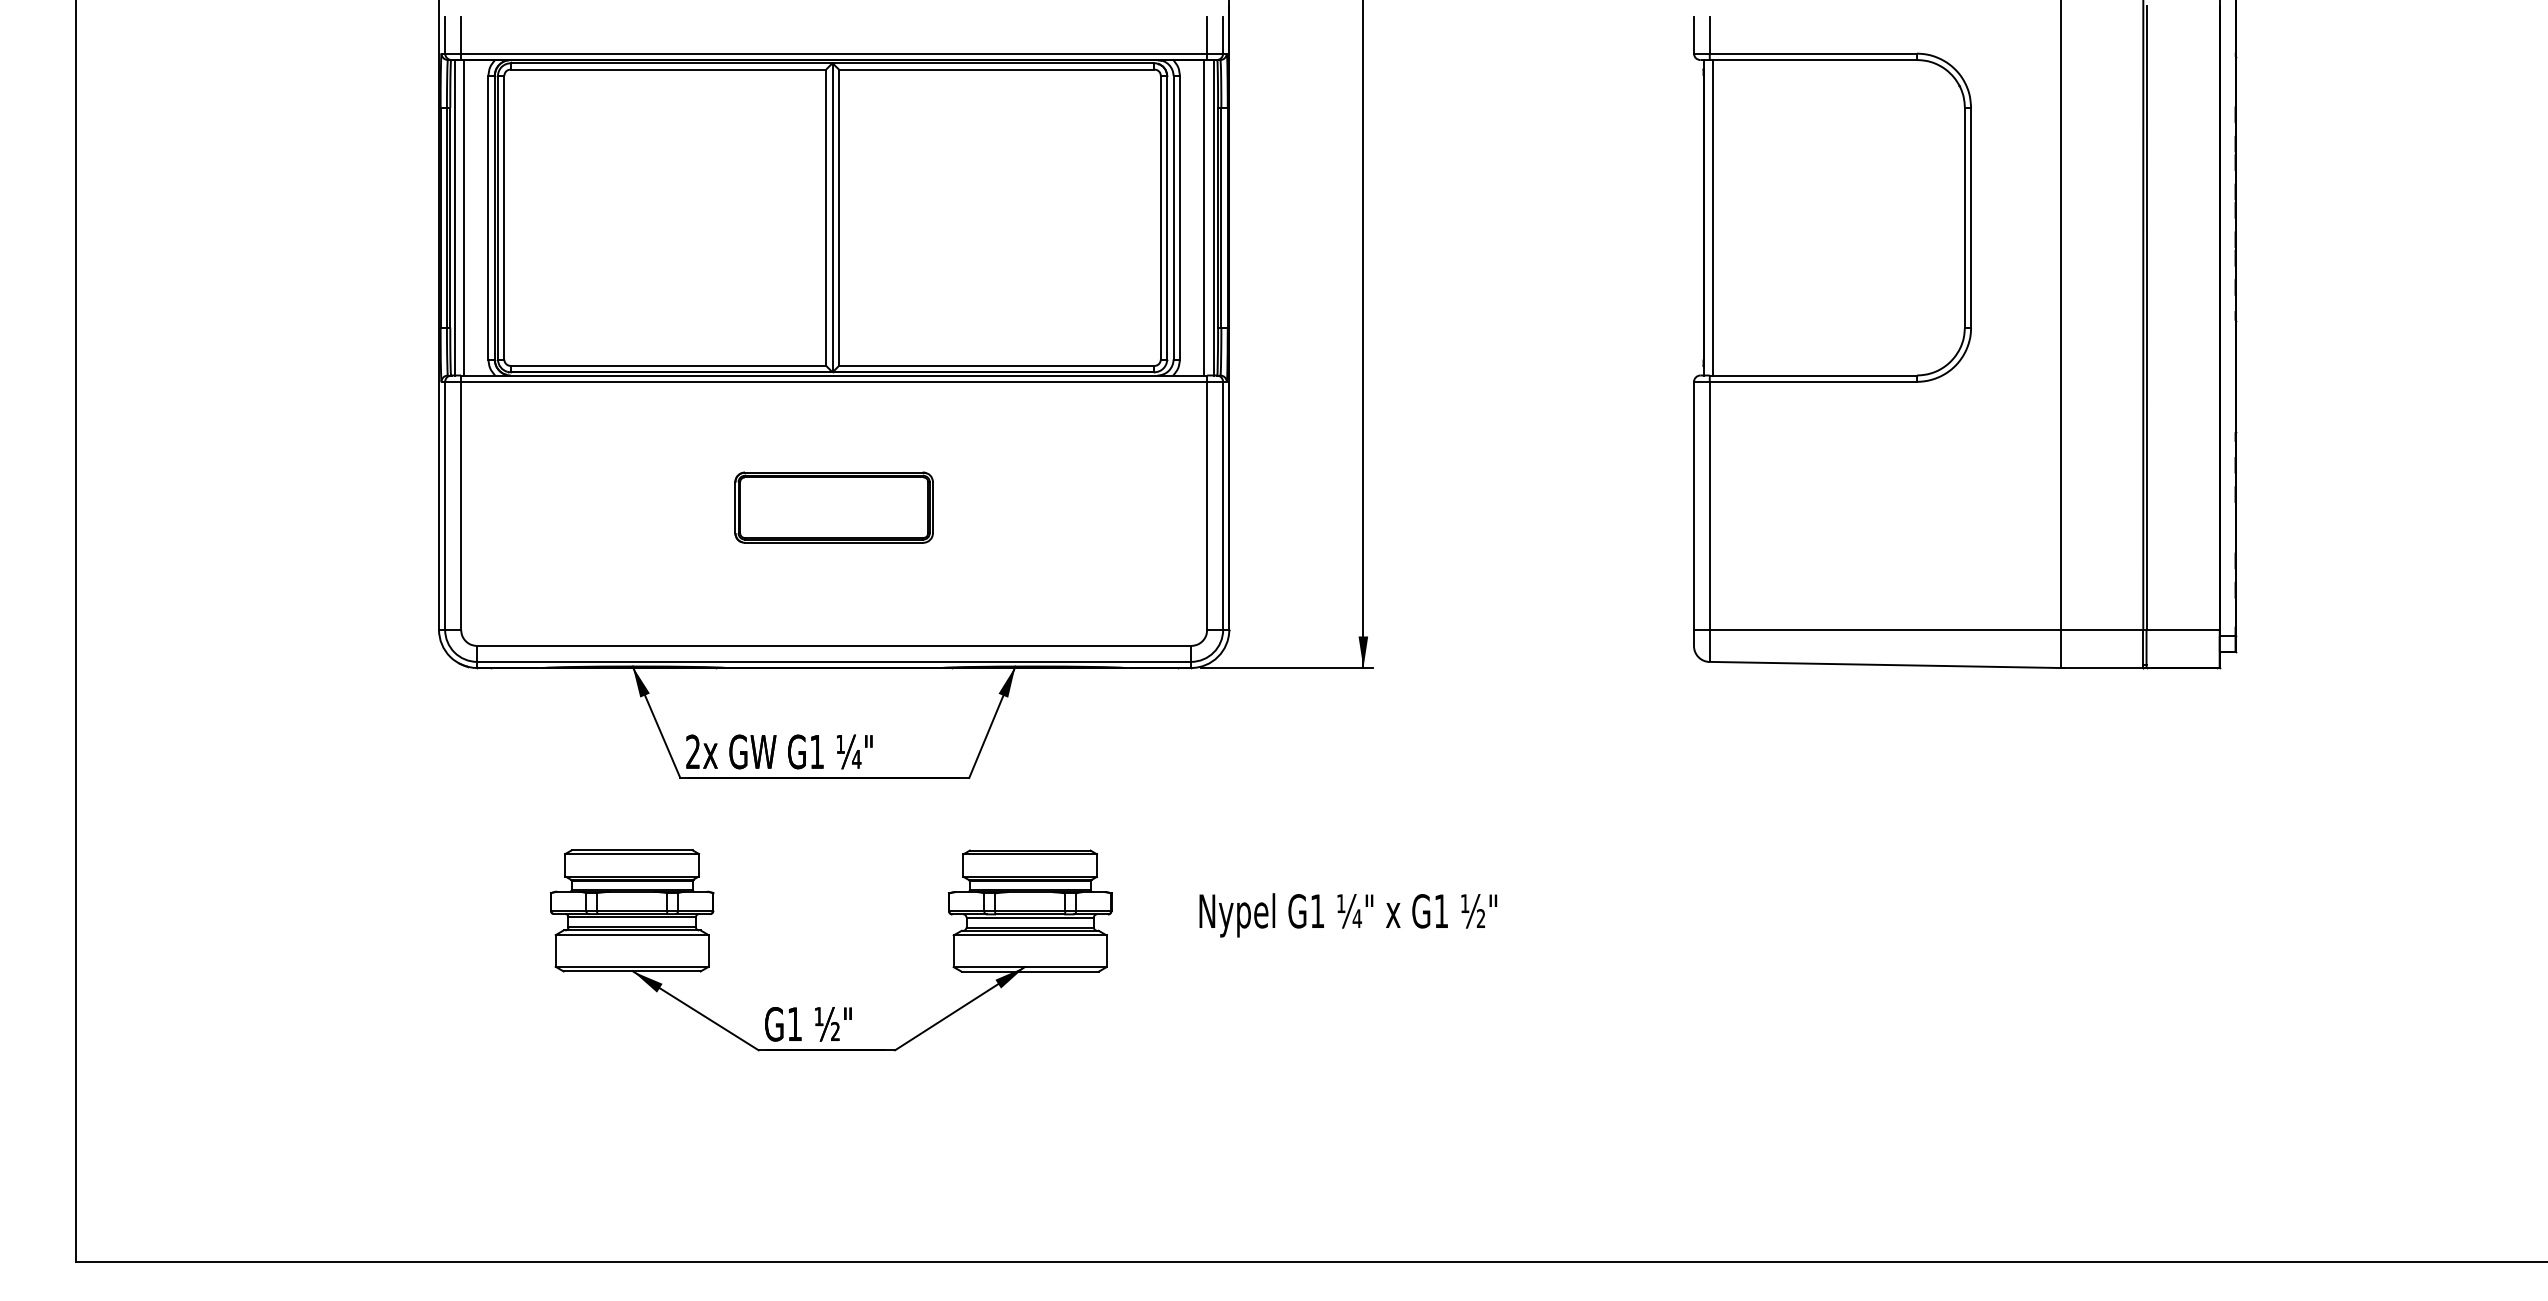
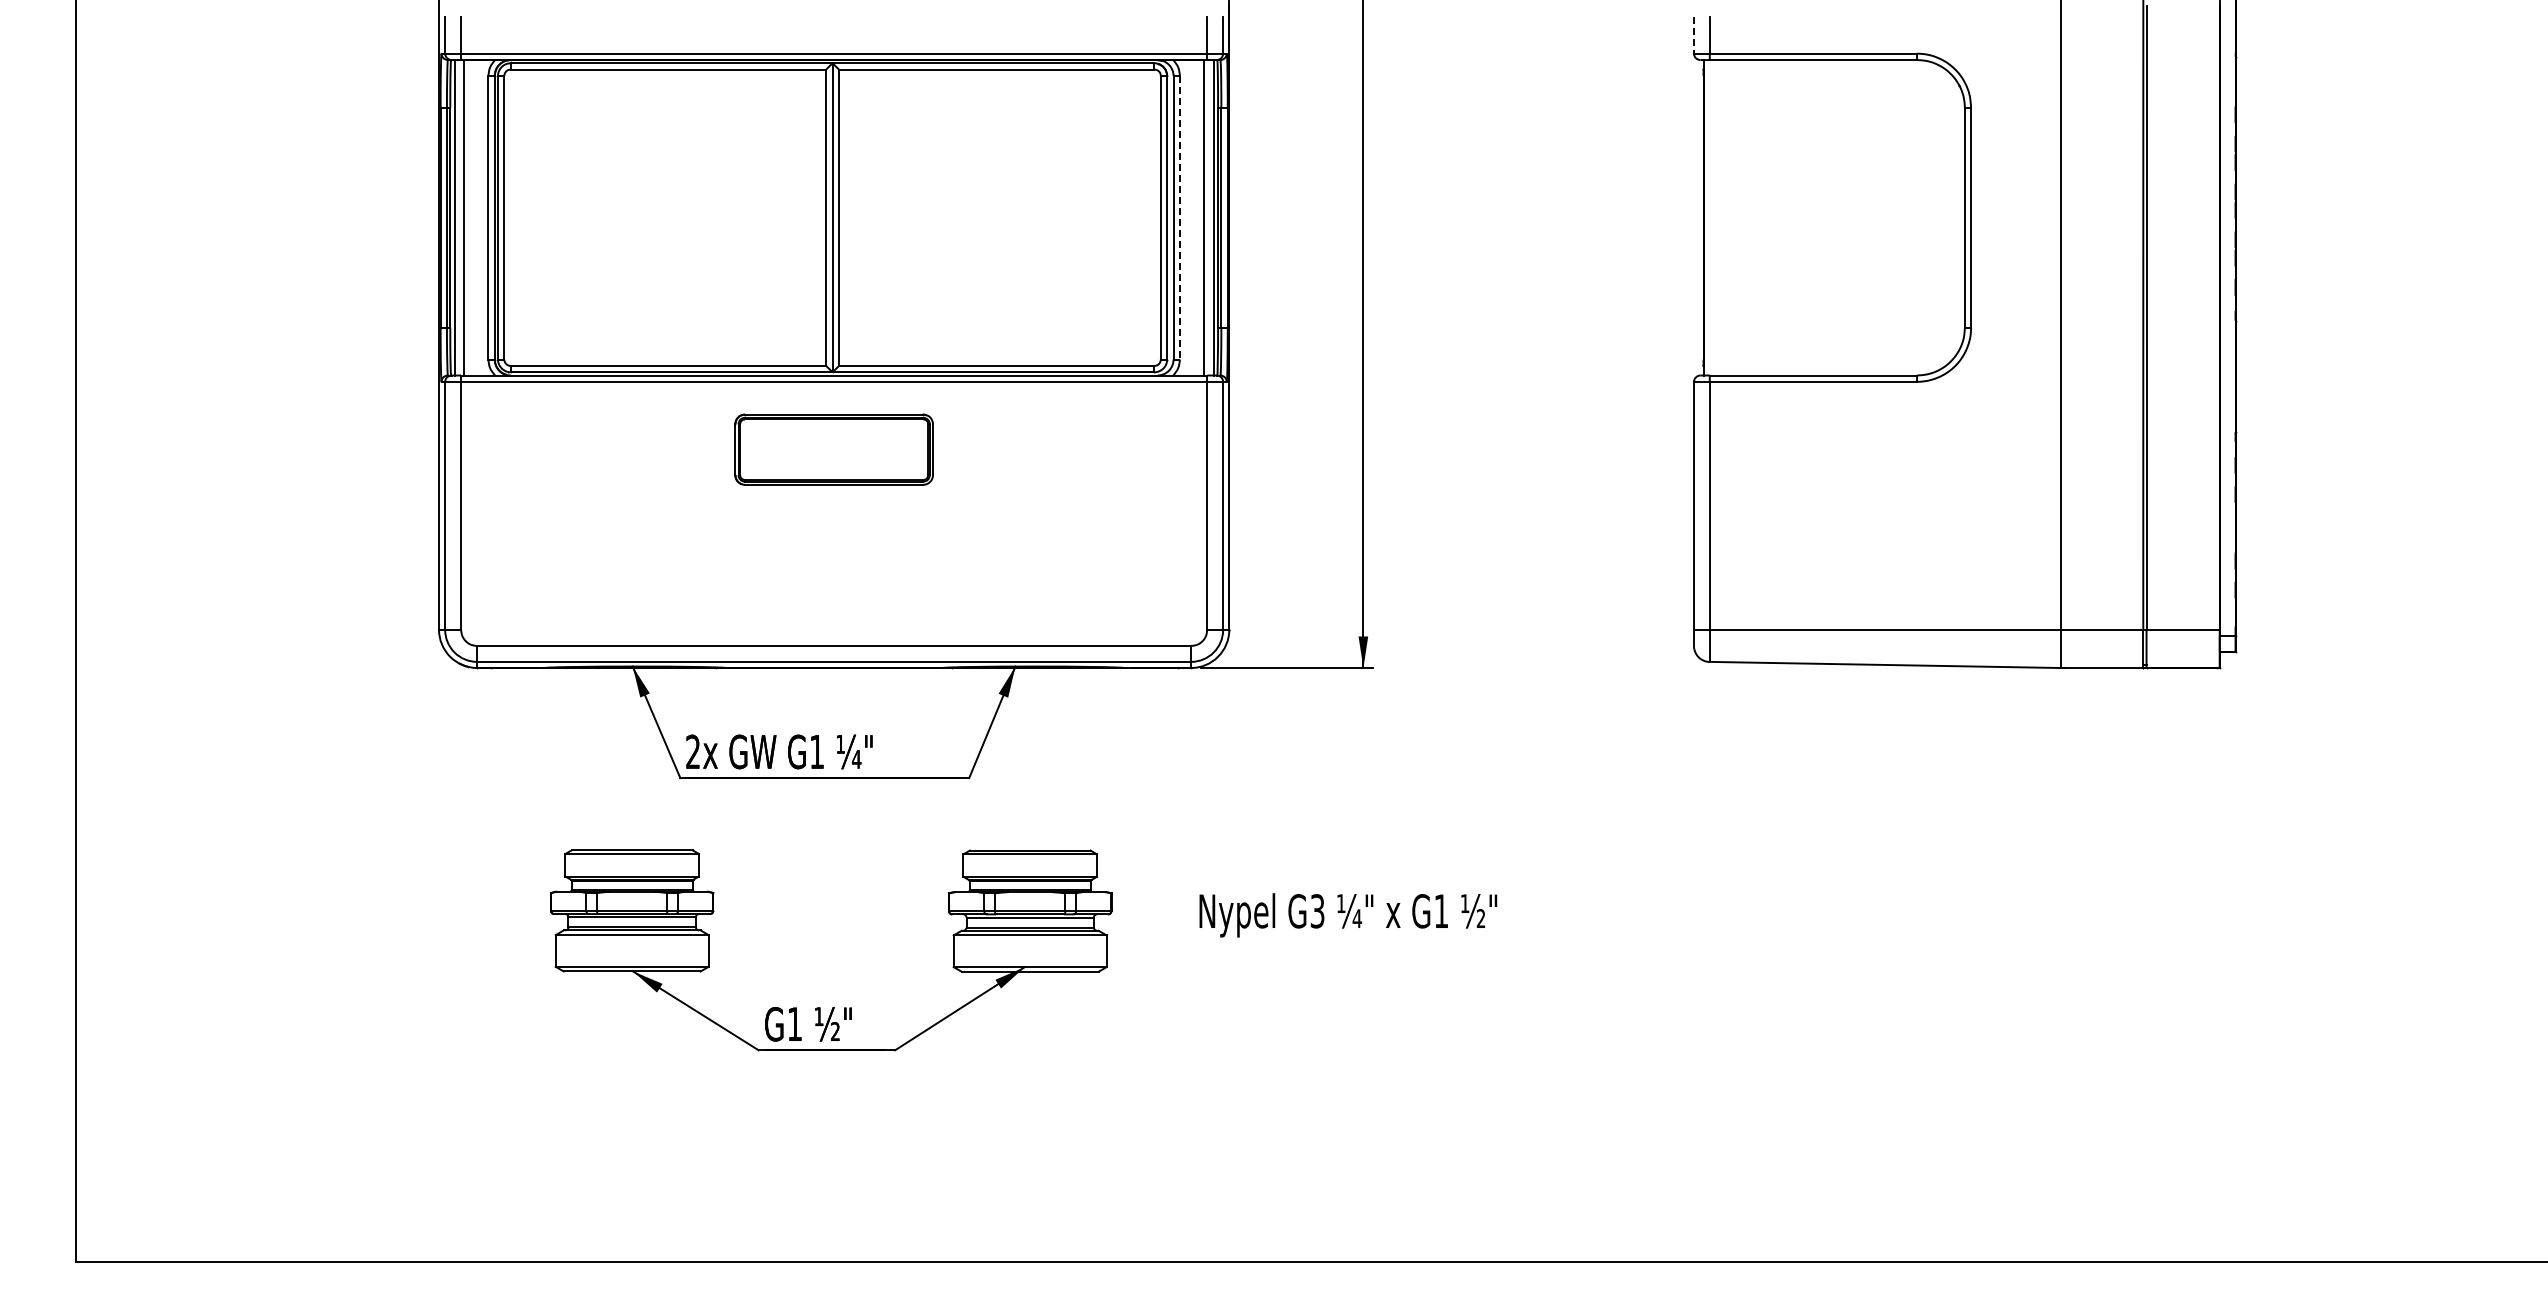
line at (1693, 35): solid -> dashed
line at (1179, 217): solid -> dashed
line at (1713, 217): present -> none
part at (833, 507) position: (833, 507) -> (833, 449)
text at (1317, 911): G1 -> G3
